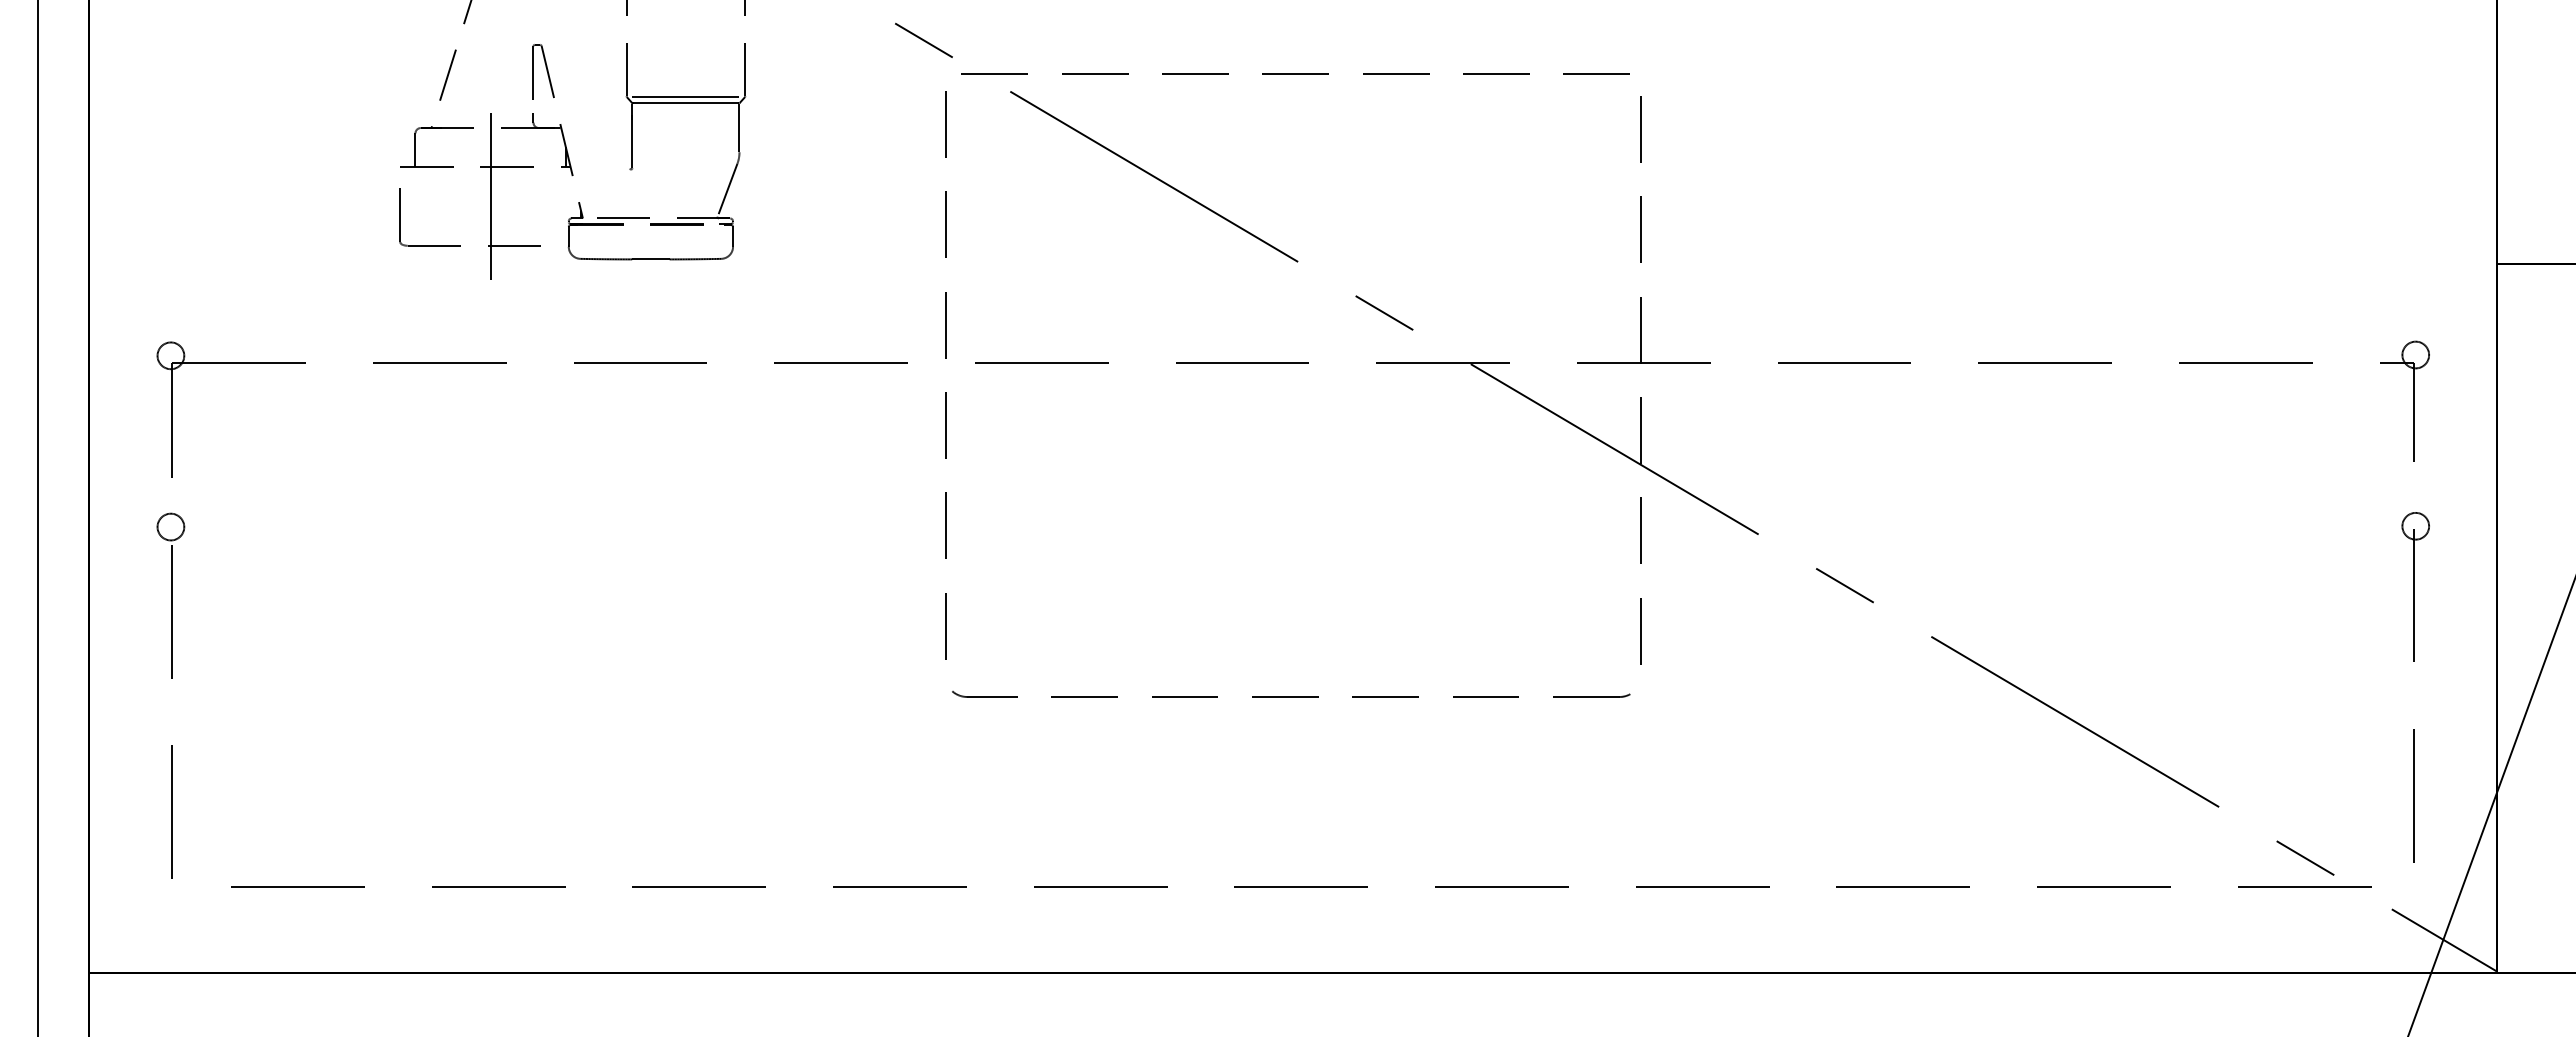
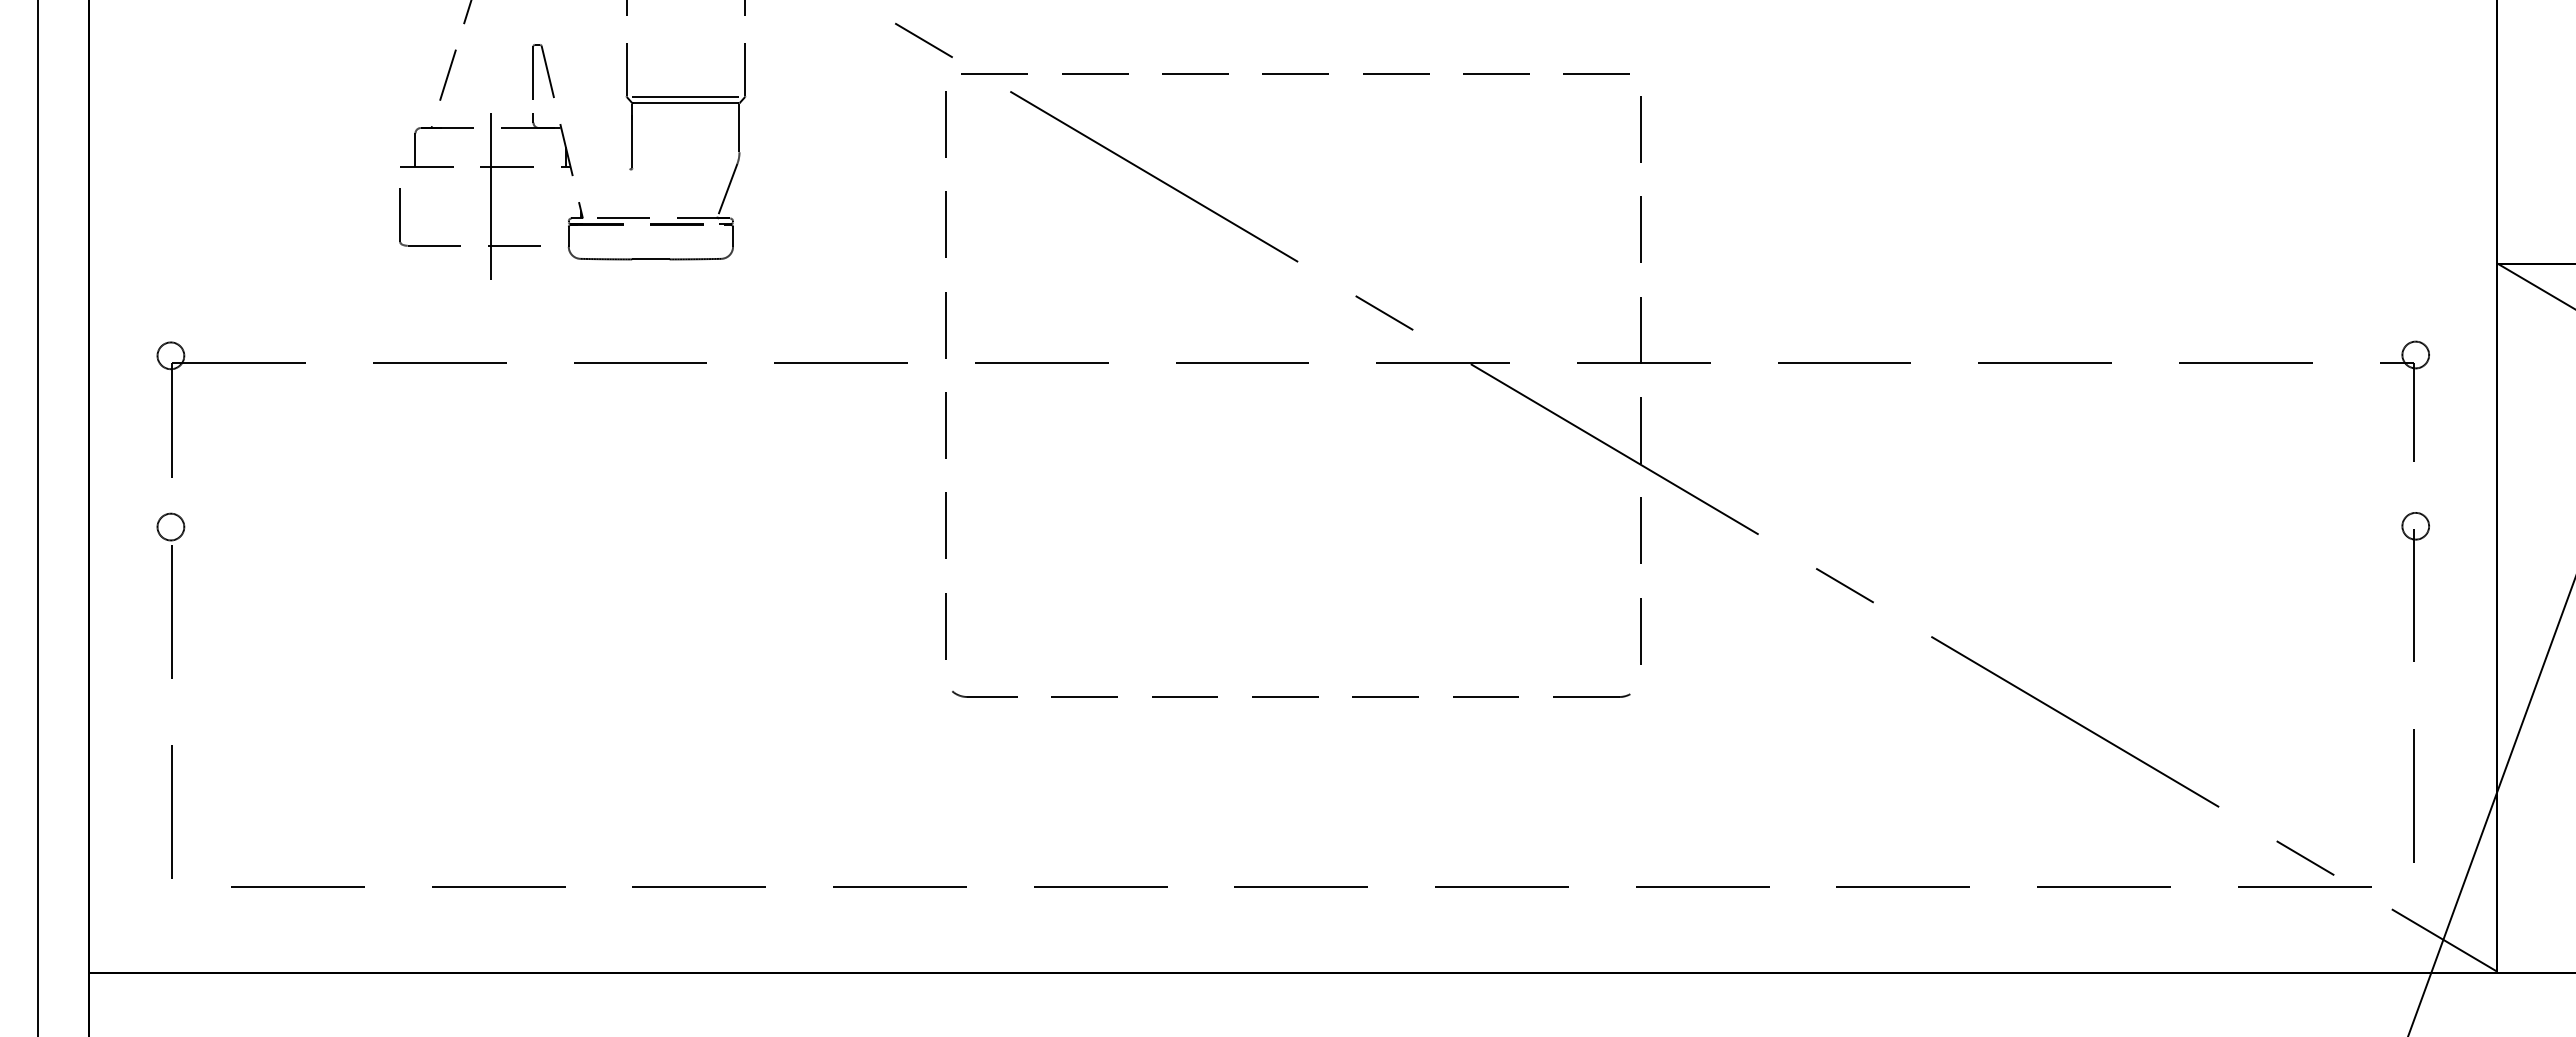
line at (2534, 285): none -> present
